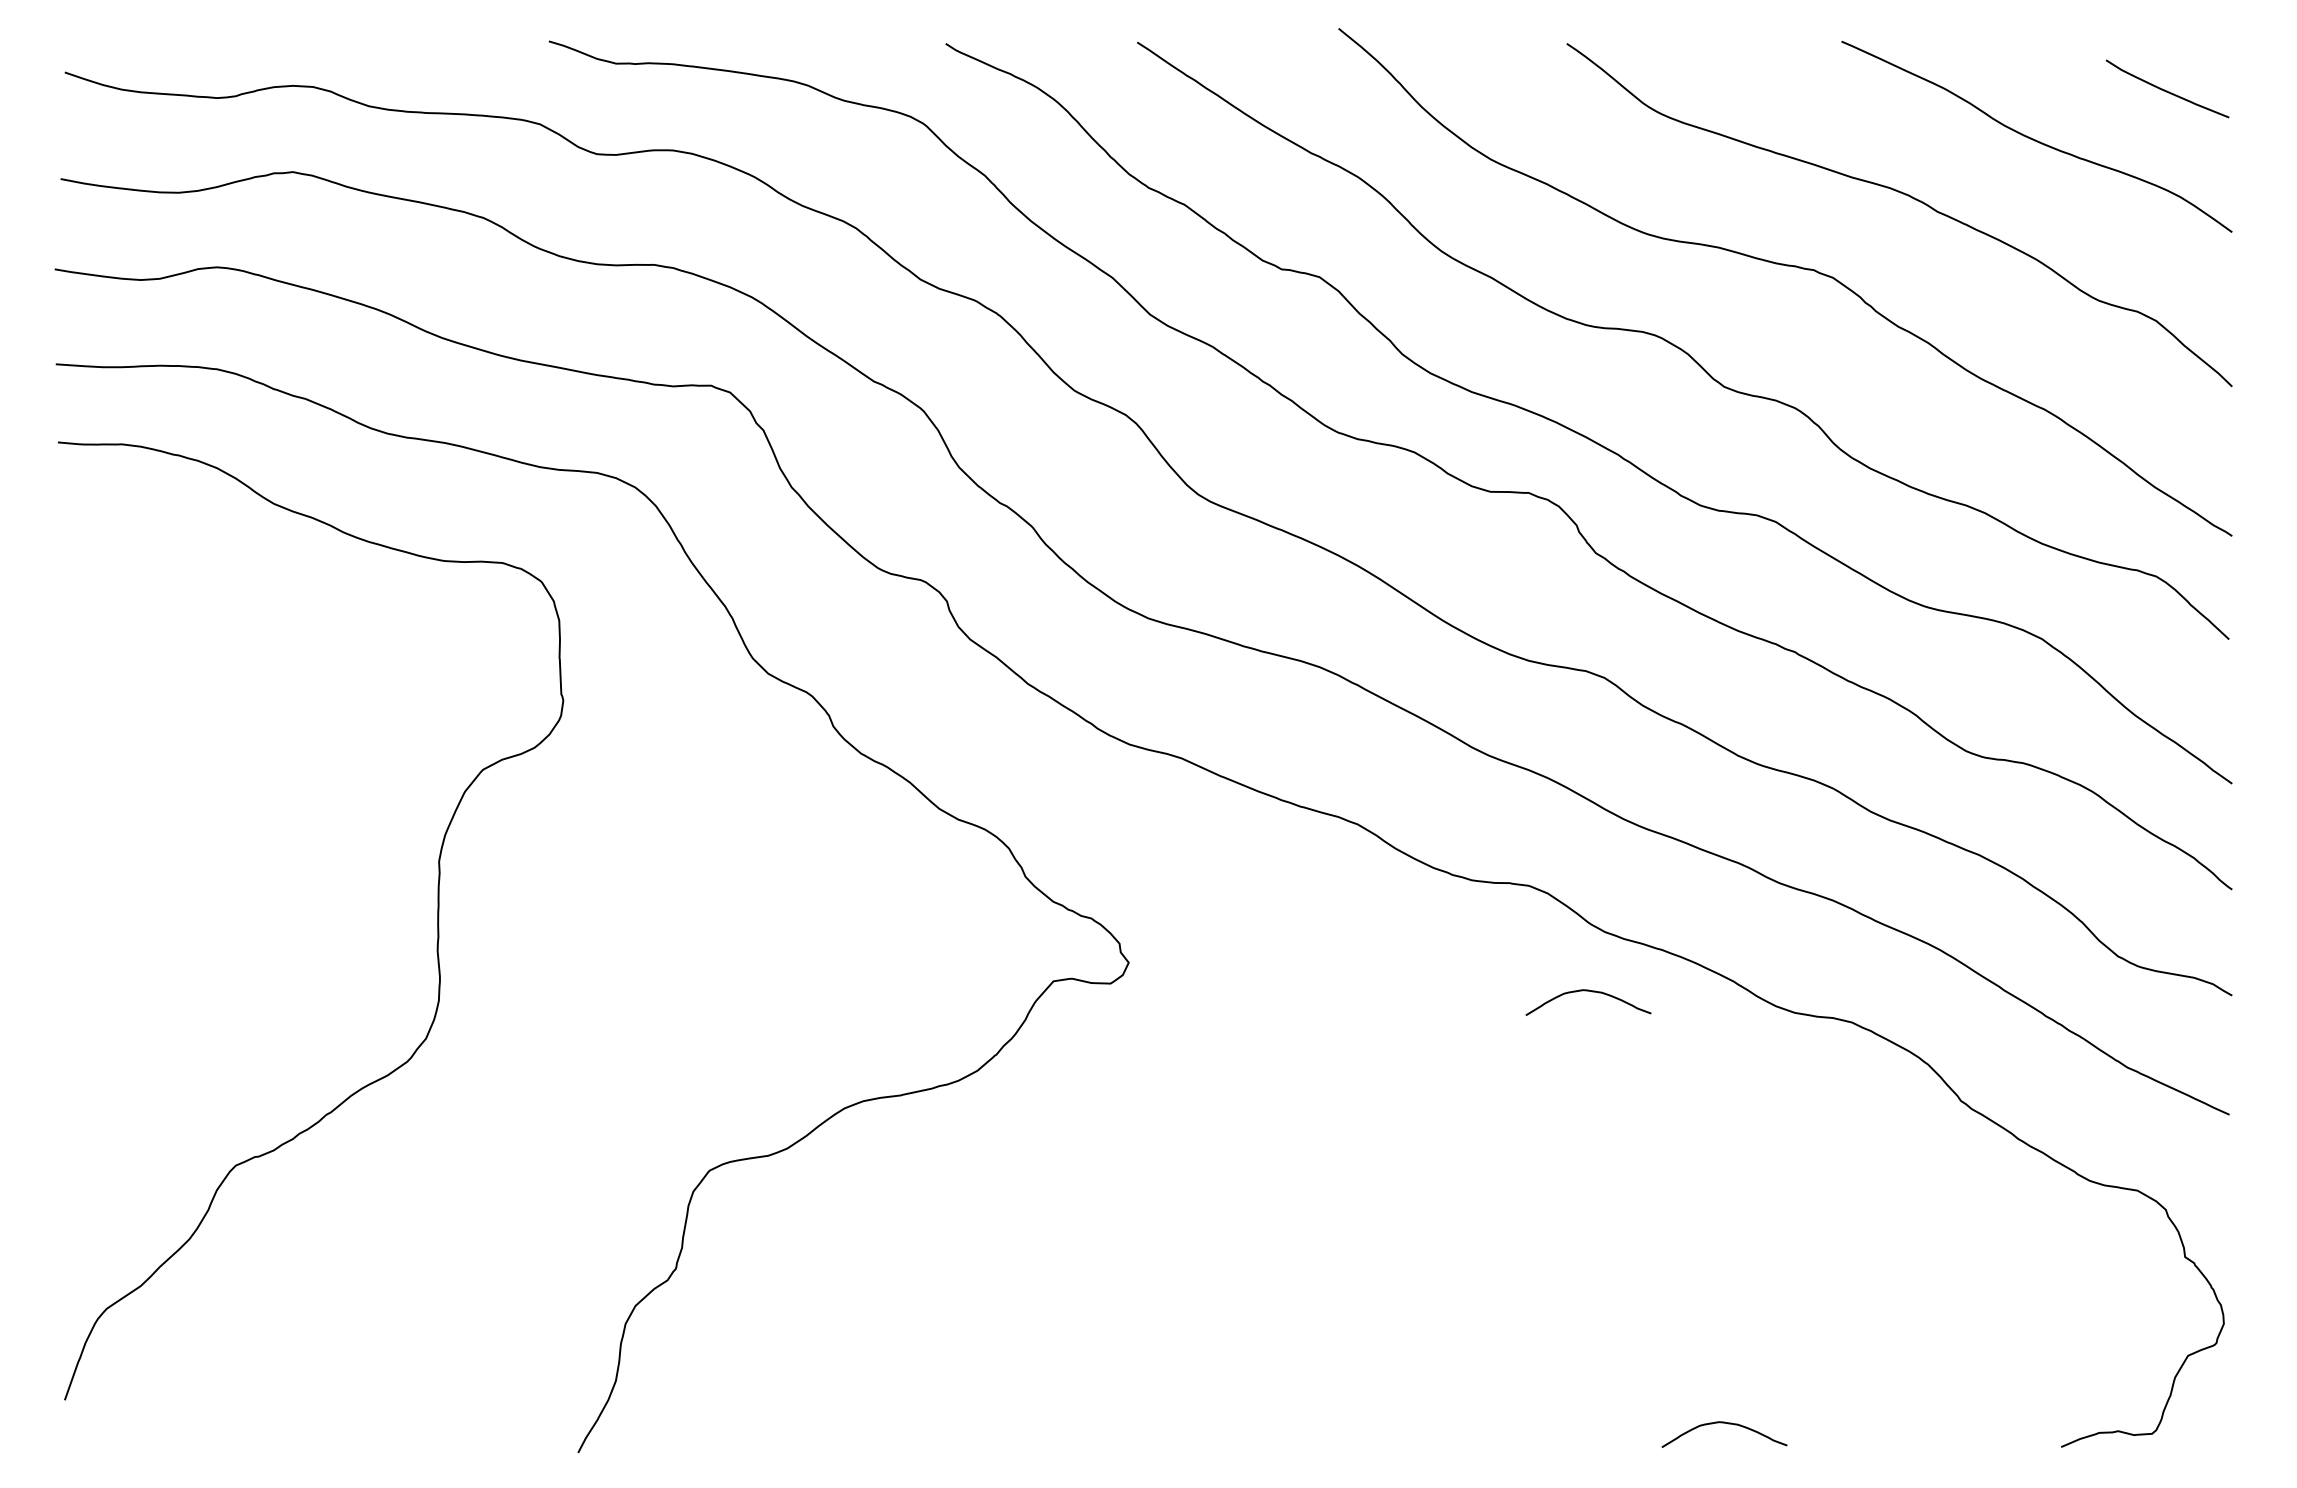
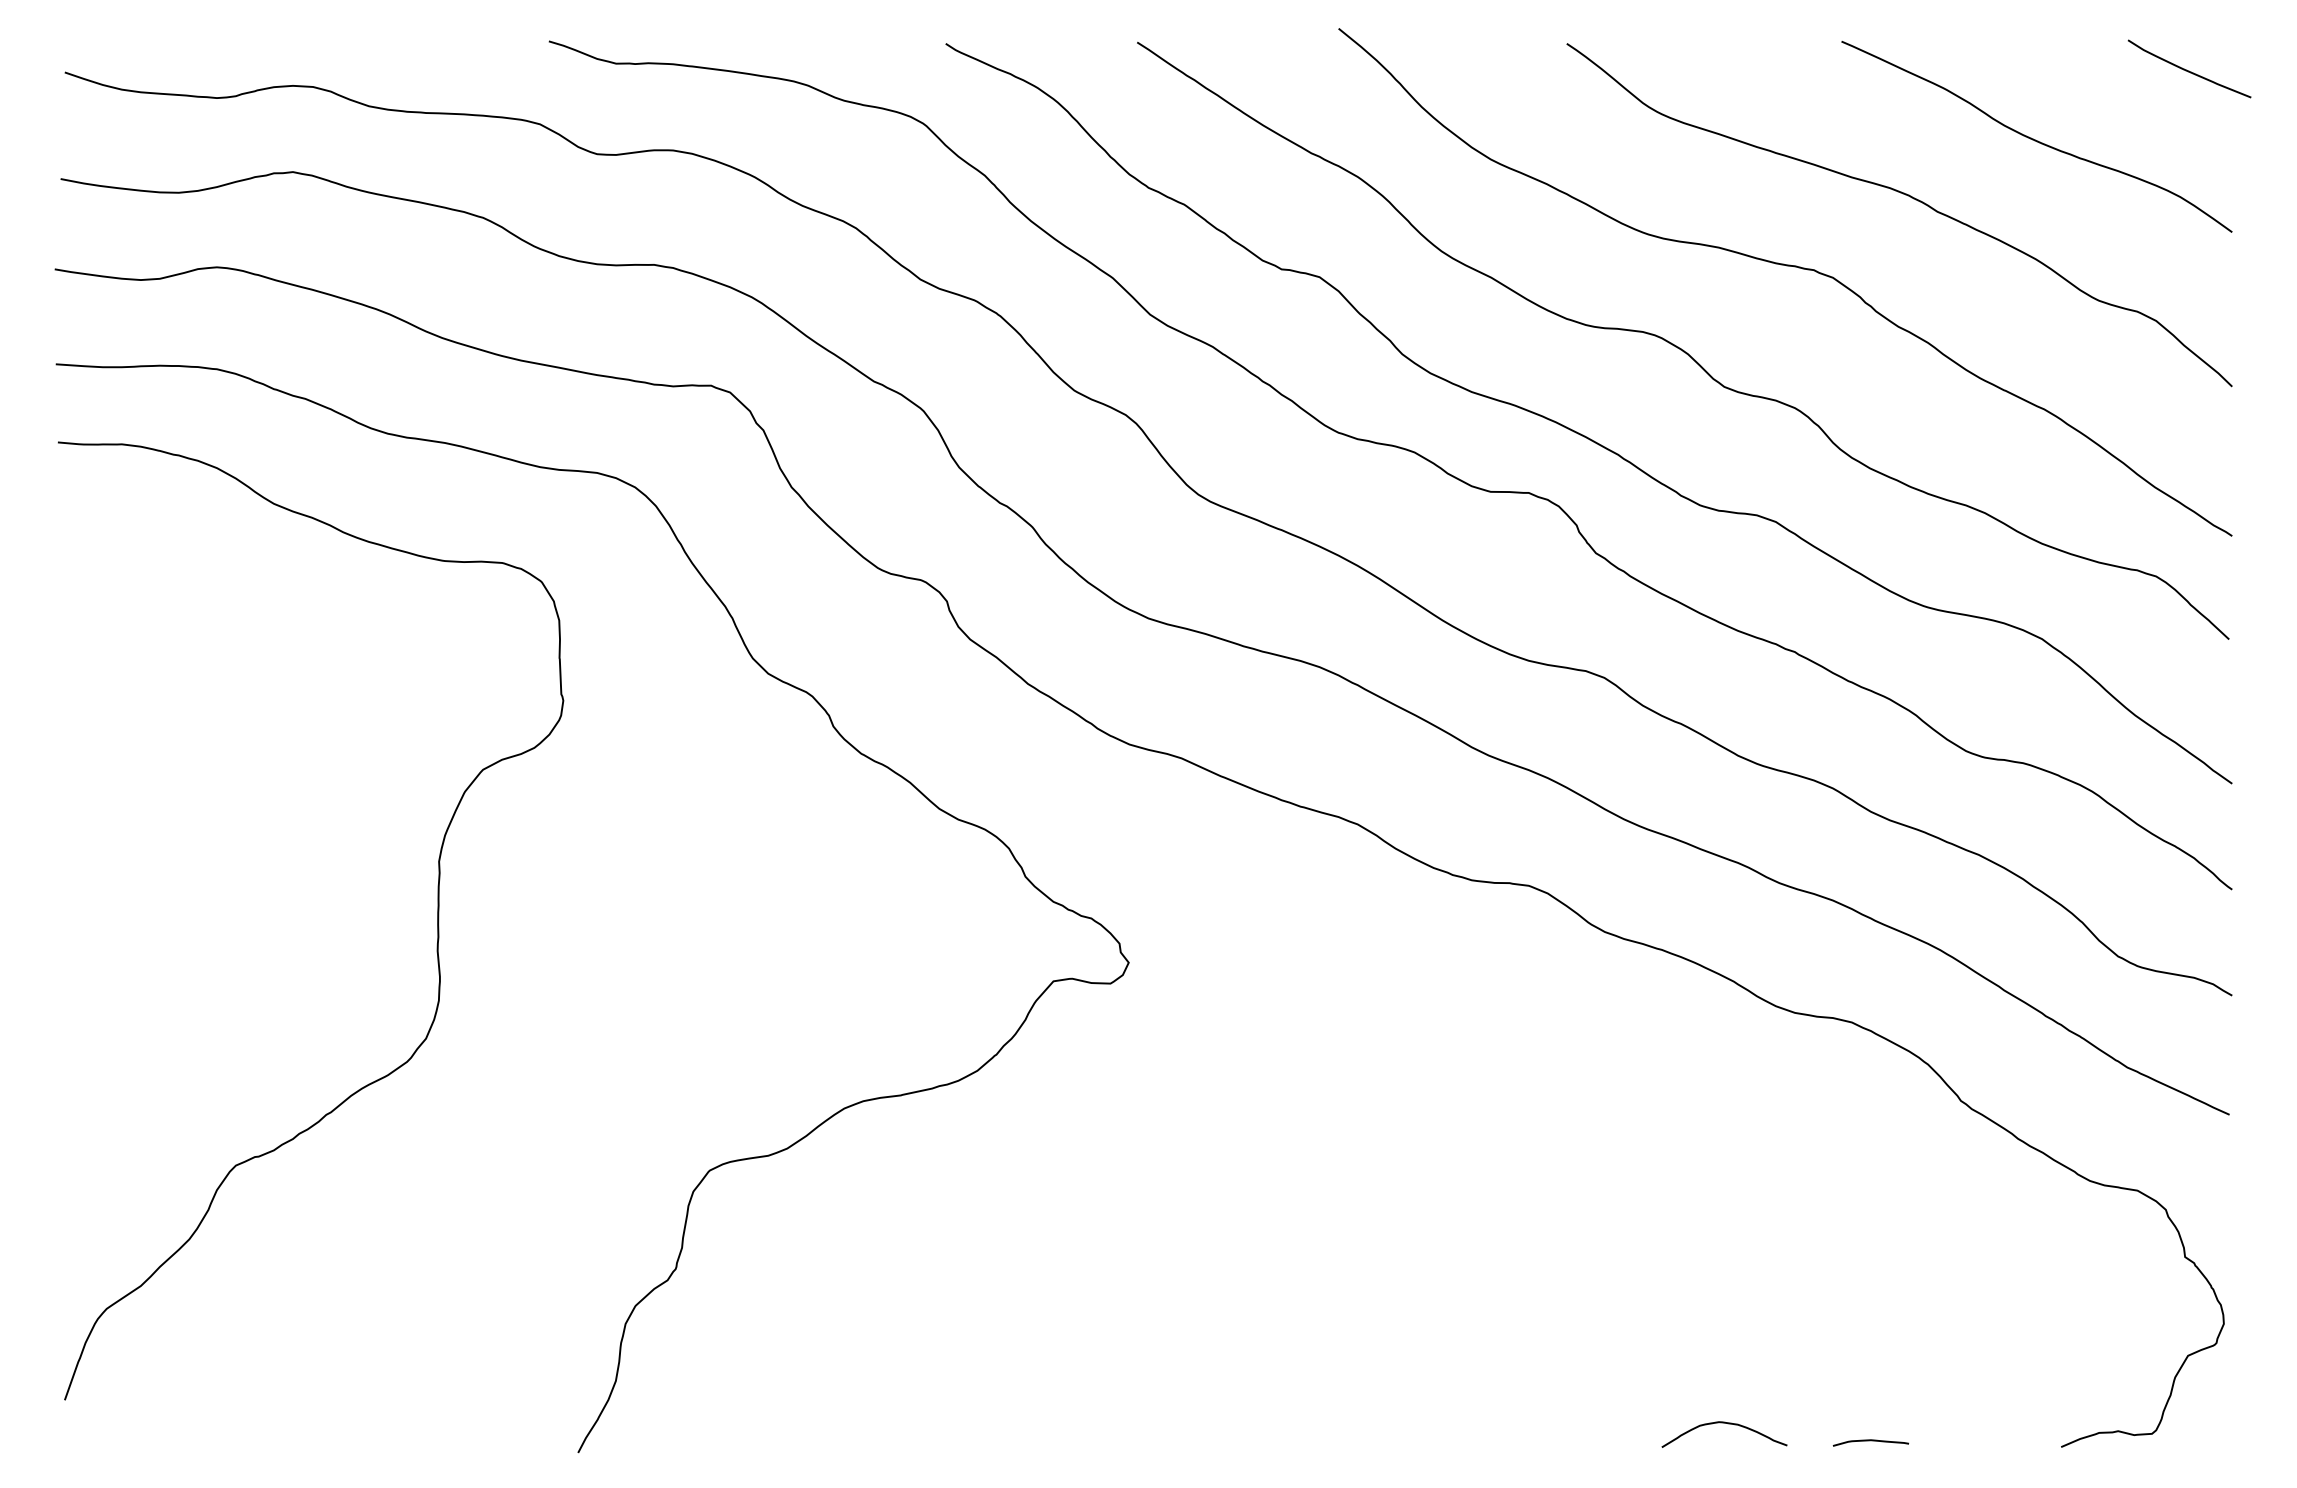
curve at (2167, 90) position: (2167, 90) -> (2189, 70)
curve at (1592, 992): present -> none
curve at (1870, 1441): none -> present
